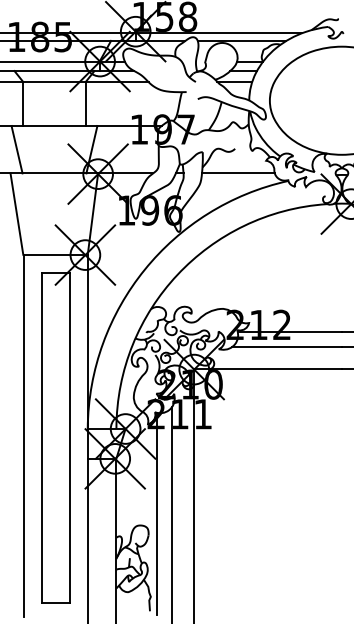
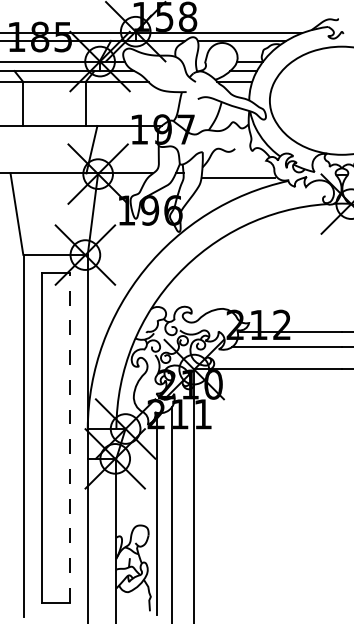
line at (16, 149): present -> none
line at (238, 173) position: (238, 173) -> (238, 178)
line at (69, 437): solid -> dashed
